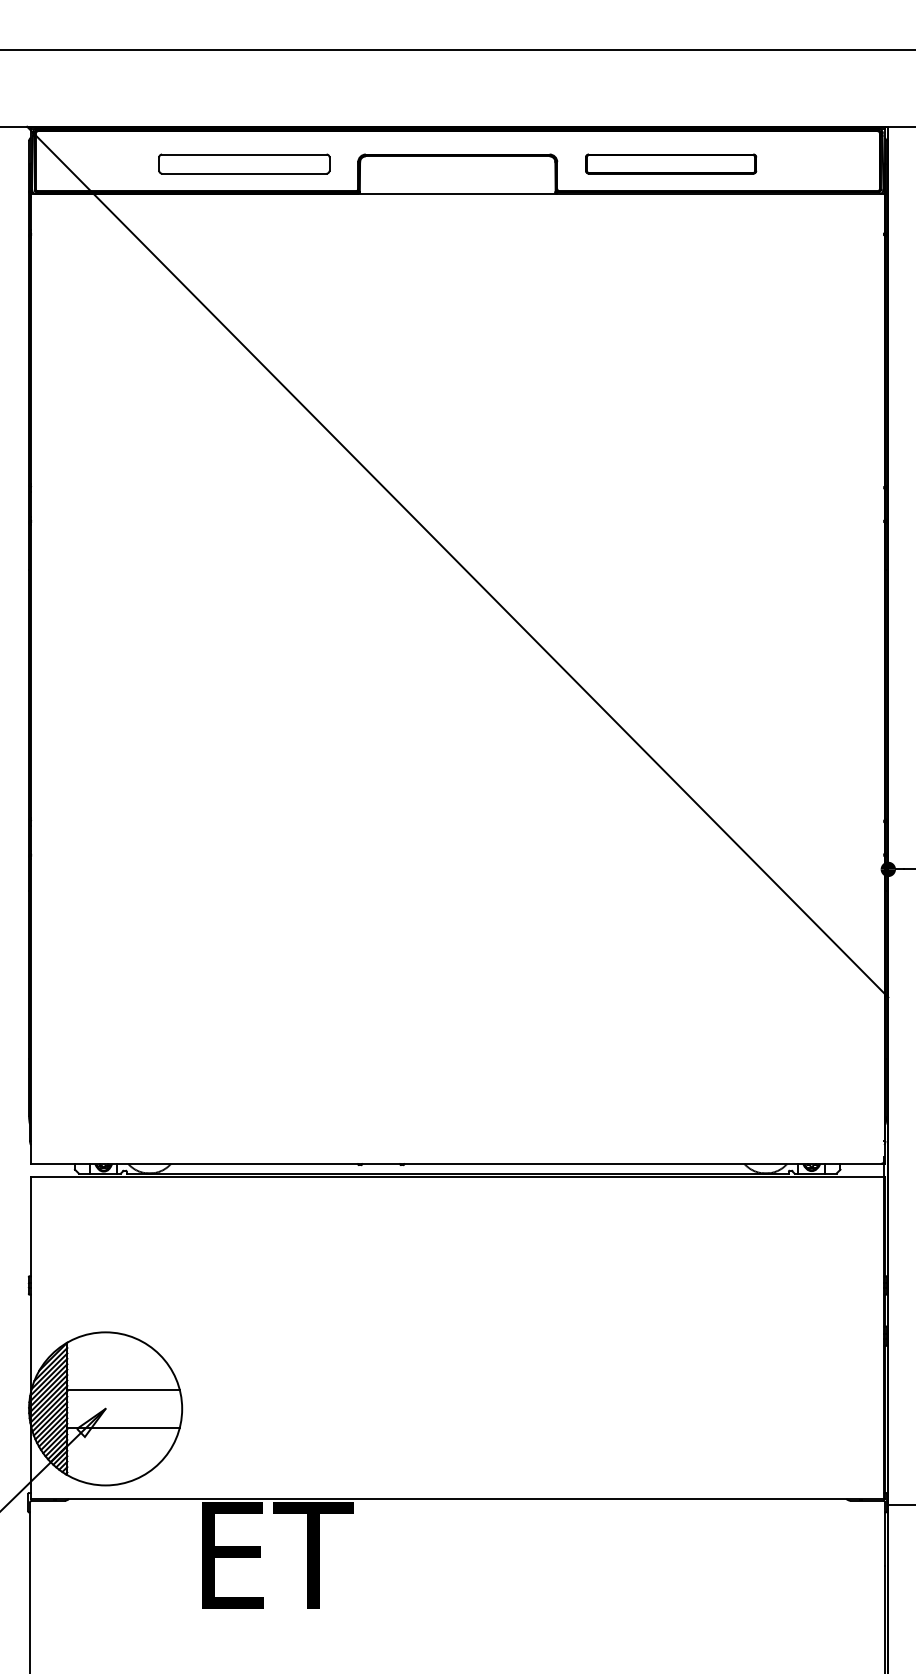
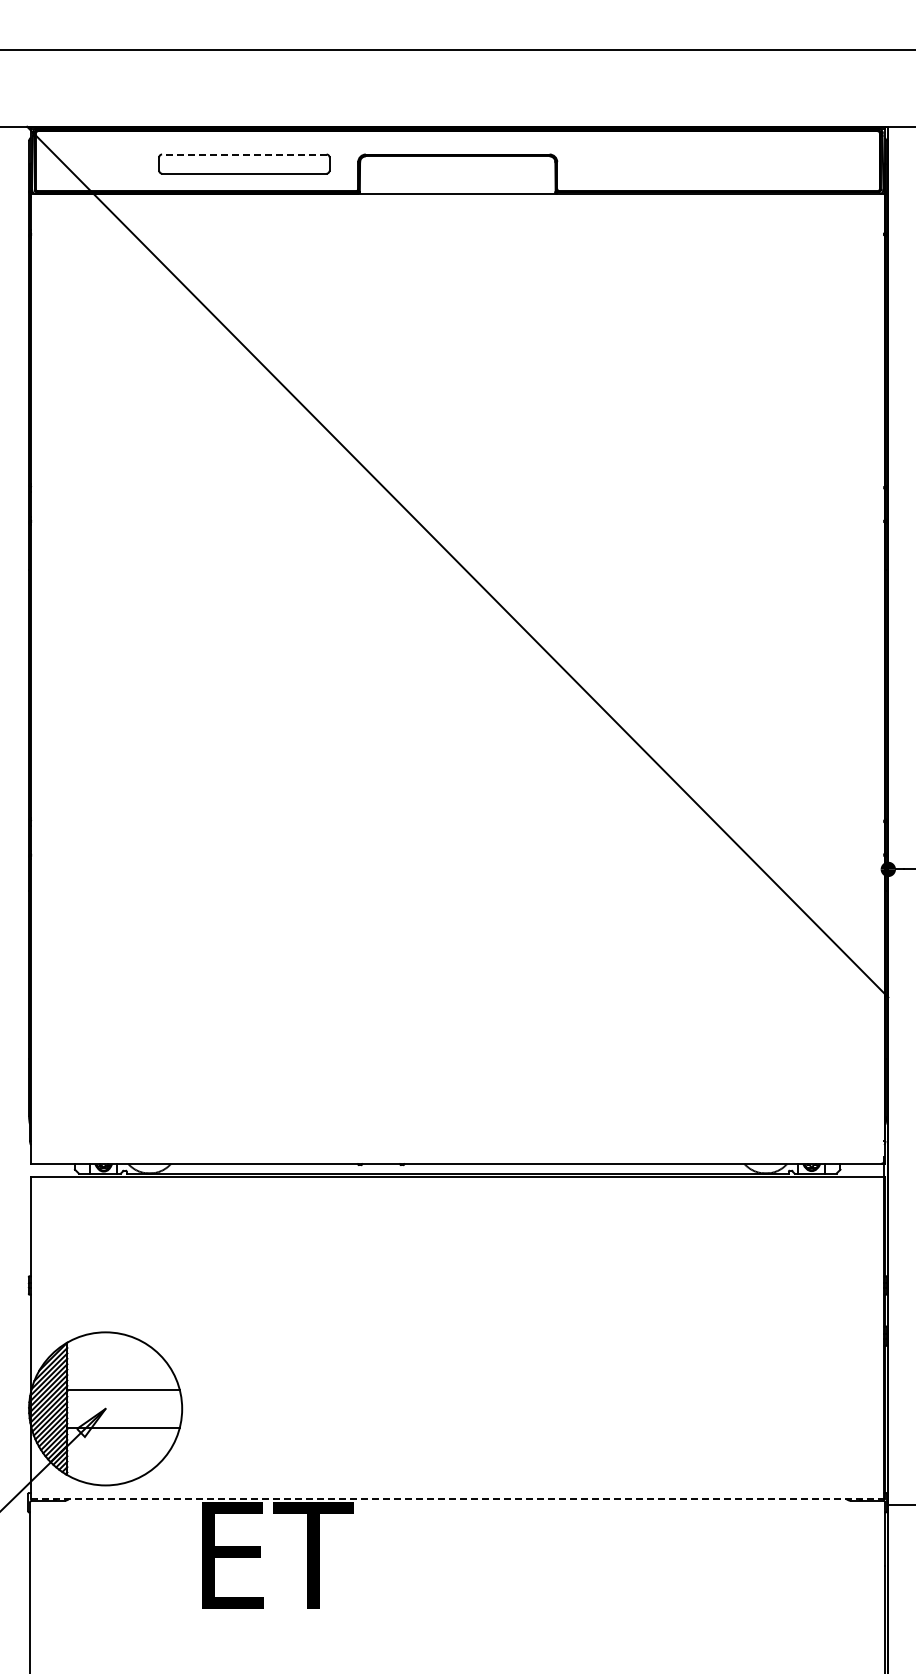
line at (243, 154): solid -> dashed
part at (671, 163): present -> none
line at (457, 1498): solid -> dashed
